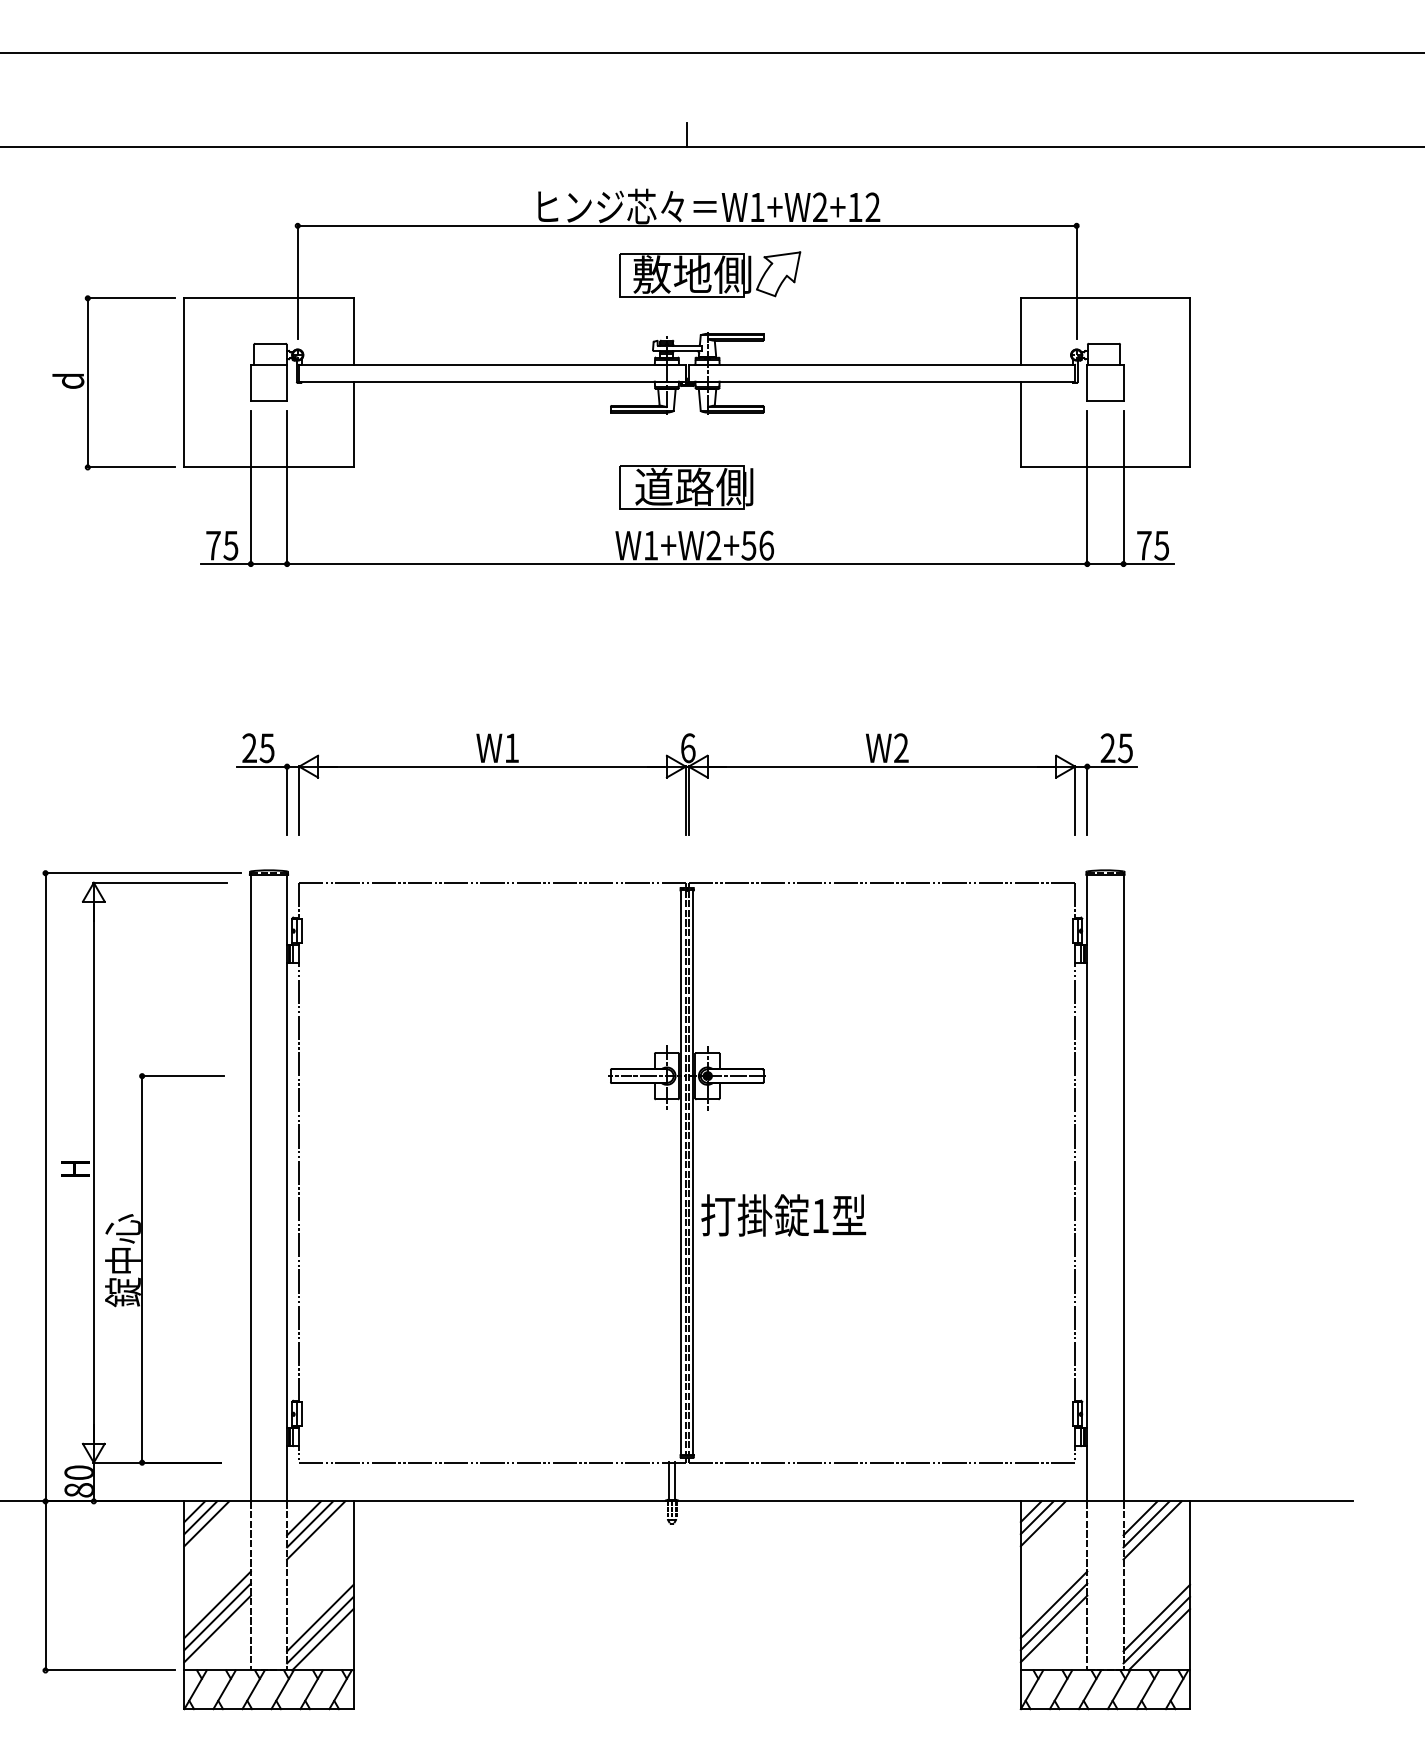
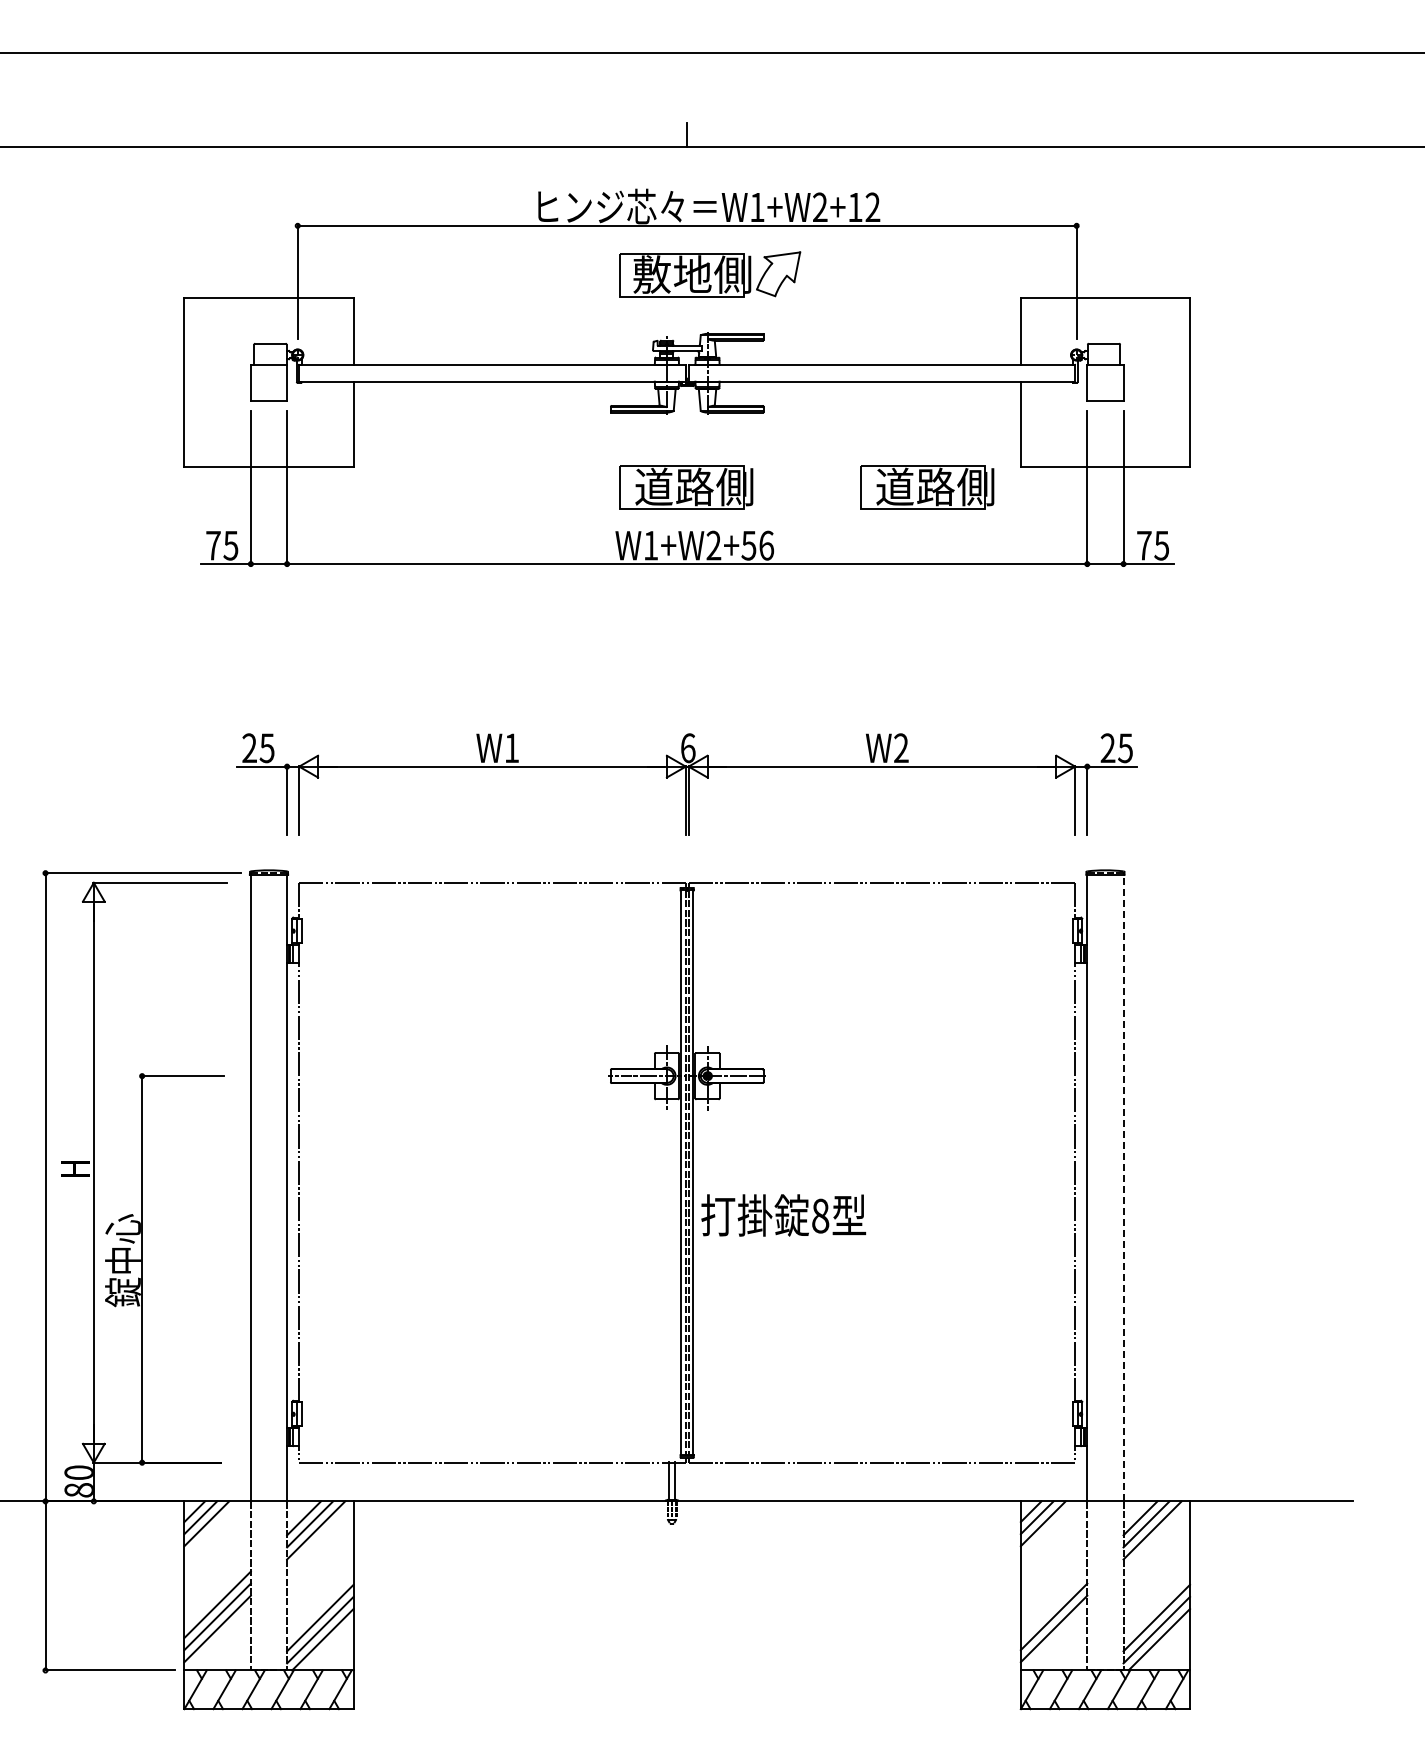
part at (88, 382): present -> none
part at (927, 487): none -> present
line at (1123, 1187): solid -> dashed
text at (820, 1215): 1 -> 8
line at (1053, 1604): present -> none
